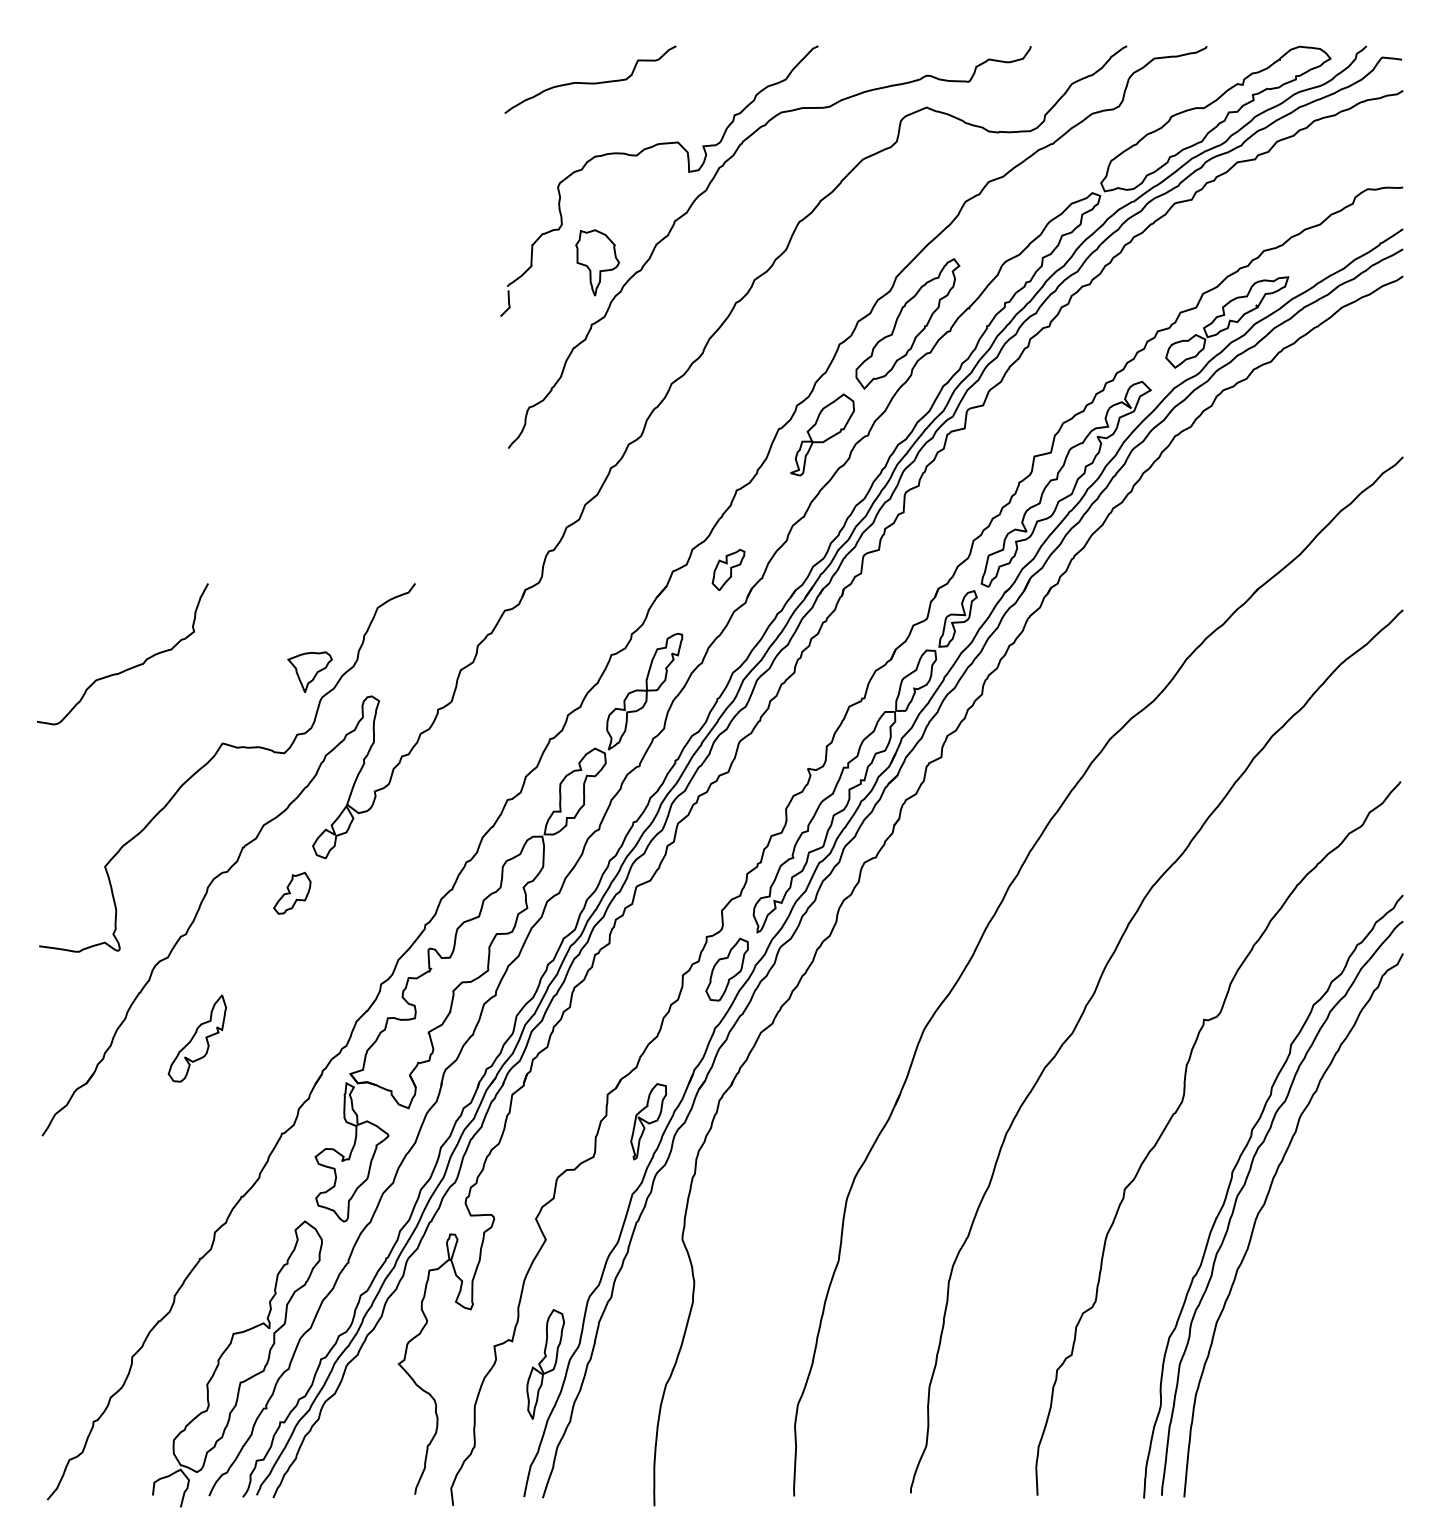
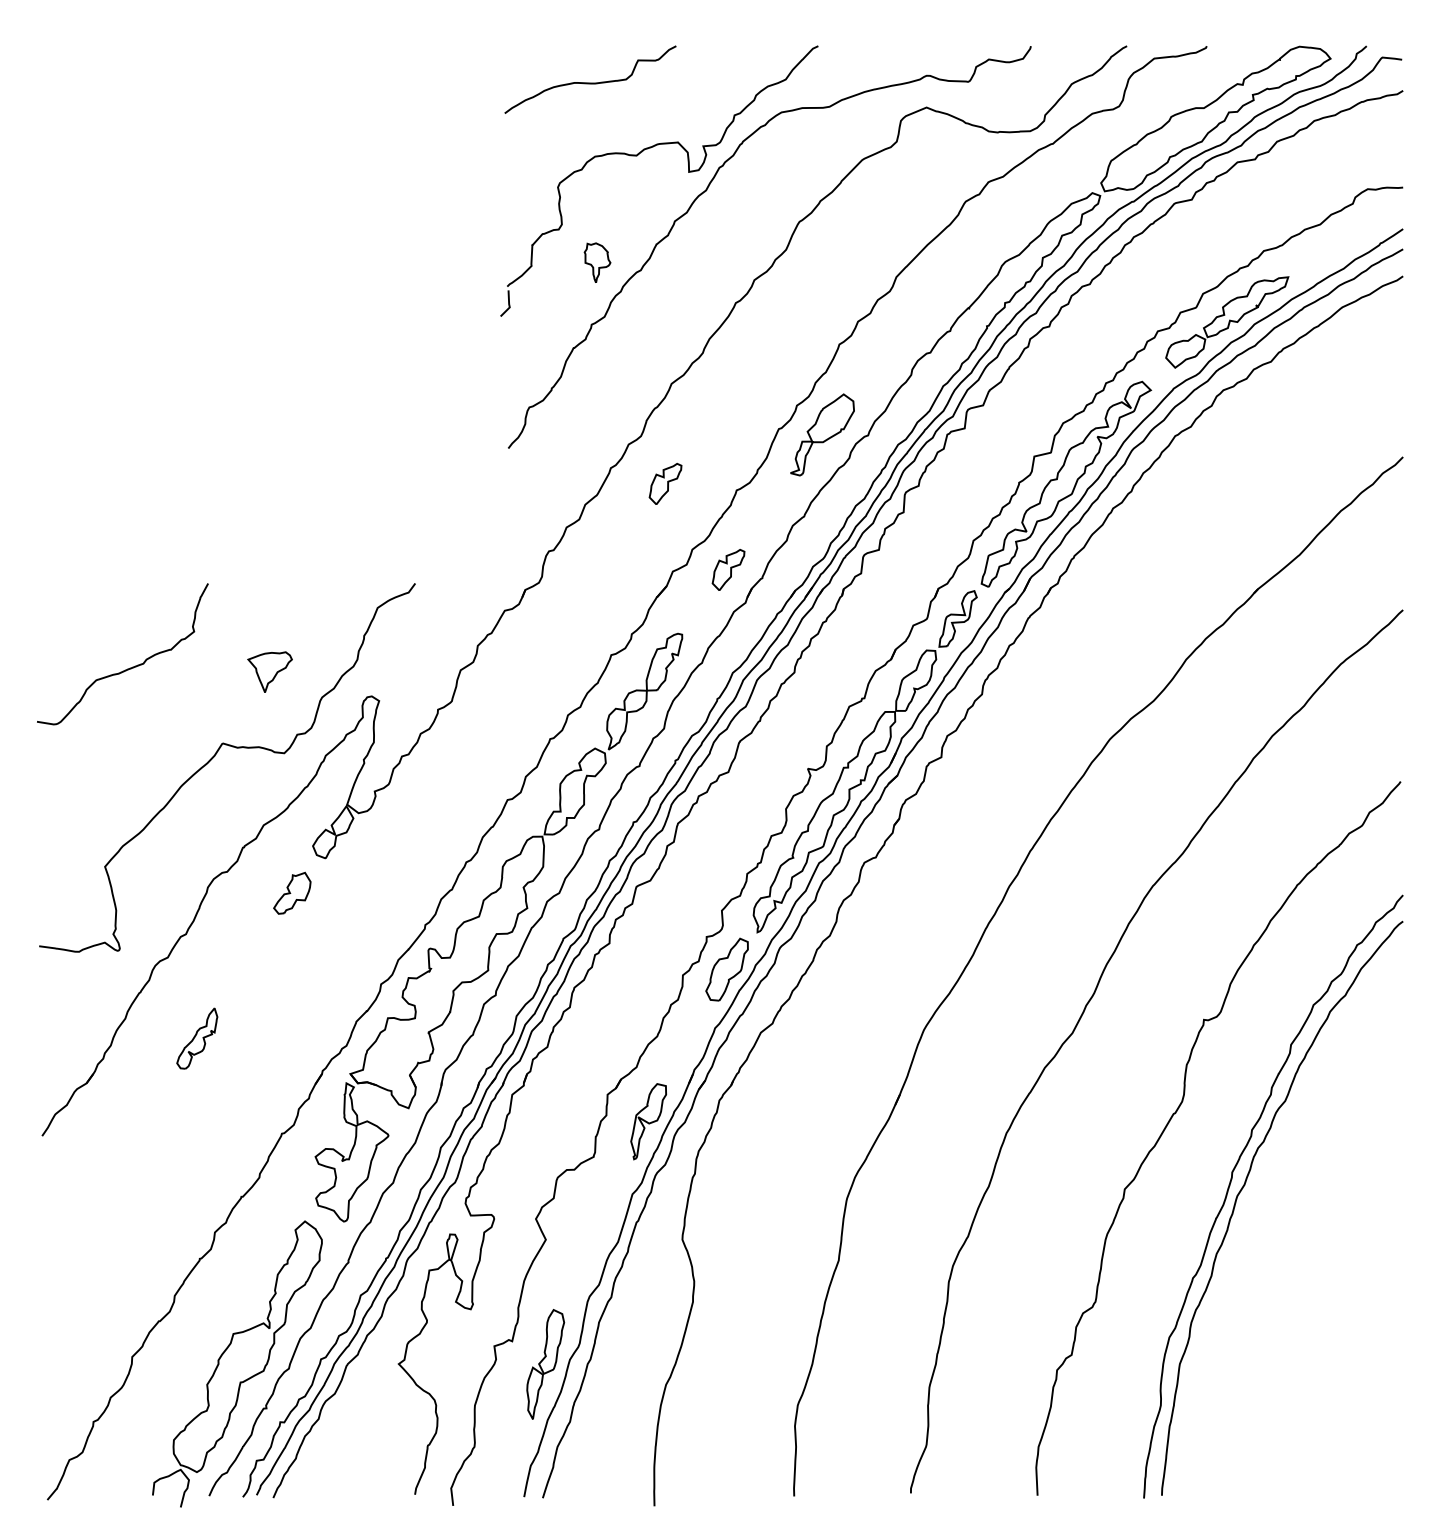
part at (597, 262) size: 45x68 px -> 29x41 px
part at (907, 323): present -> none
part at (665, 483): none -> present
part at (309, 671) position: (309, 671) -> (269, 671)
part at (196, 1038) size: 60x89 px -> 43x63 px
curve at (1263, 1207): present -> none
